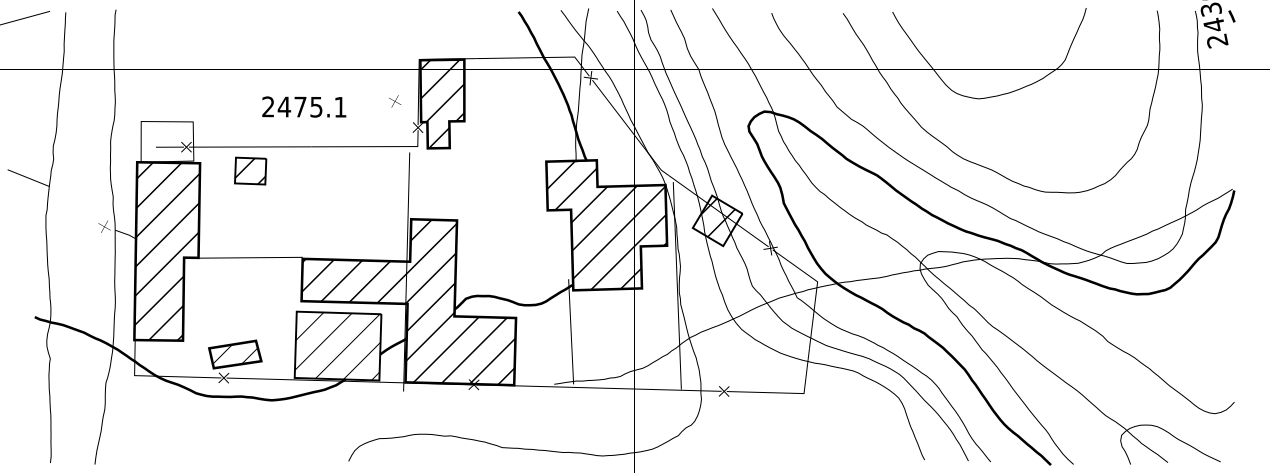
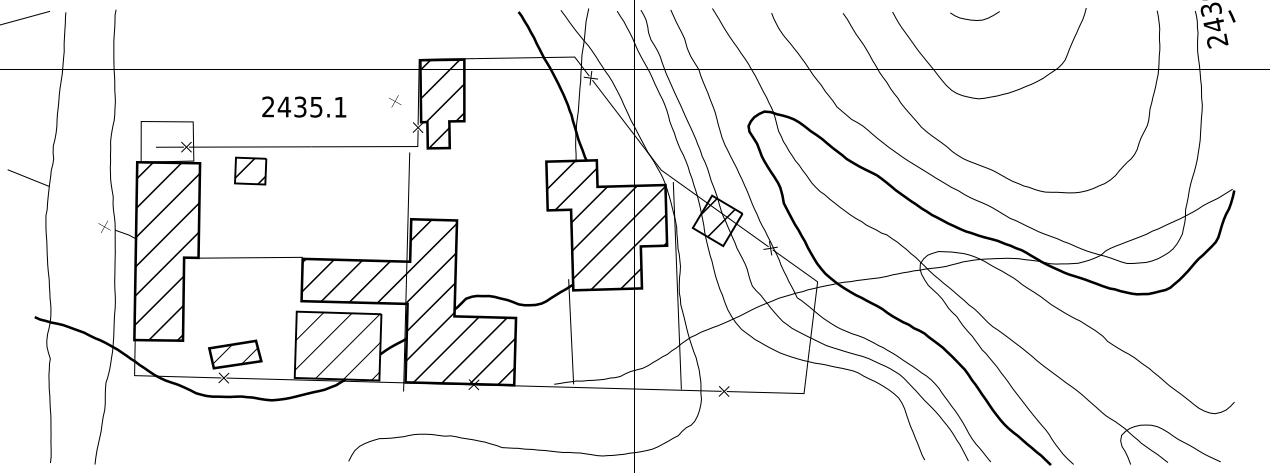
curve at (974, 19): none -> present
text at (300, 106): 2475.1 -> 2435.1
